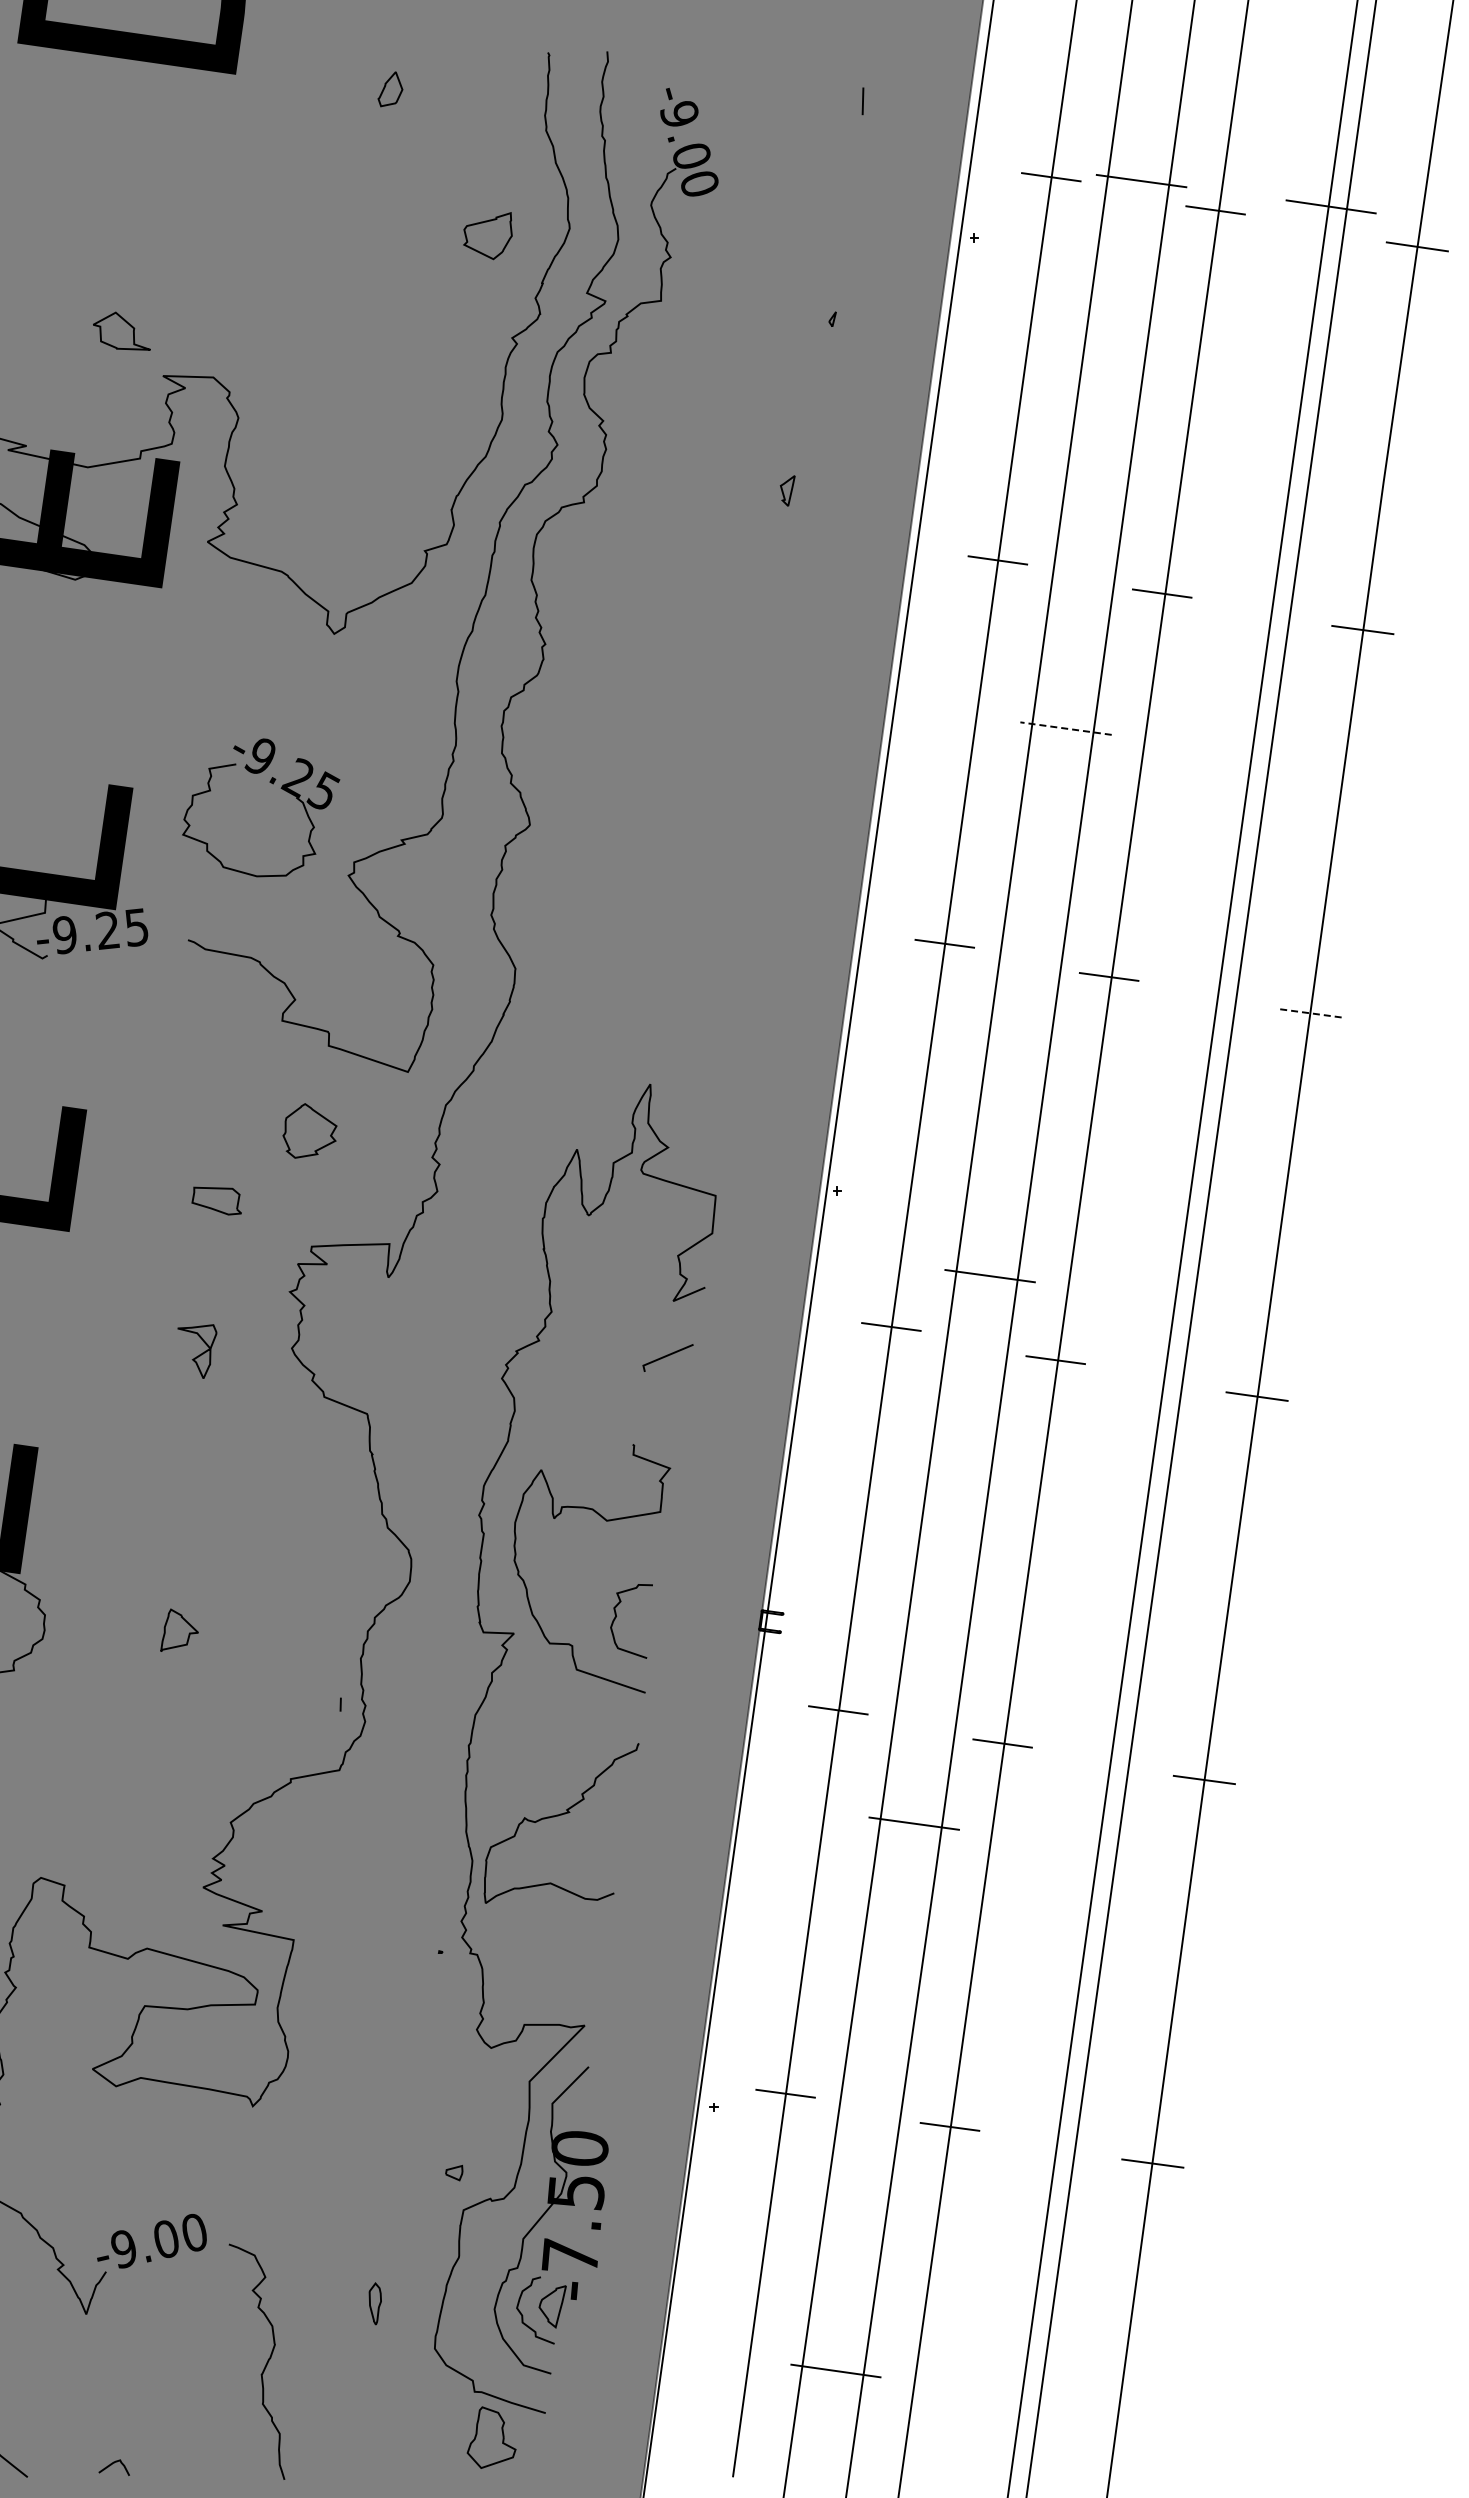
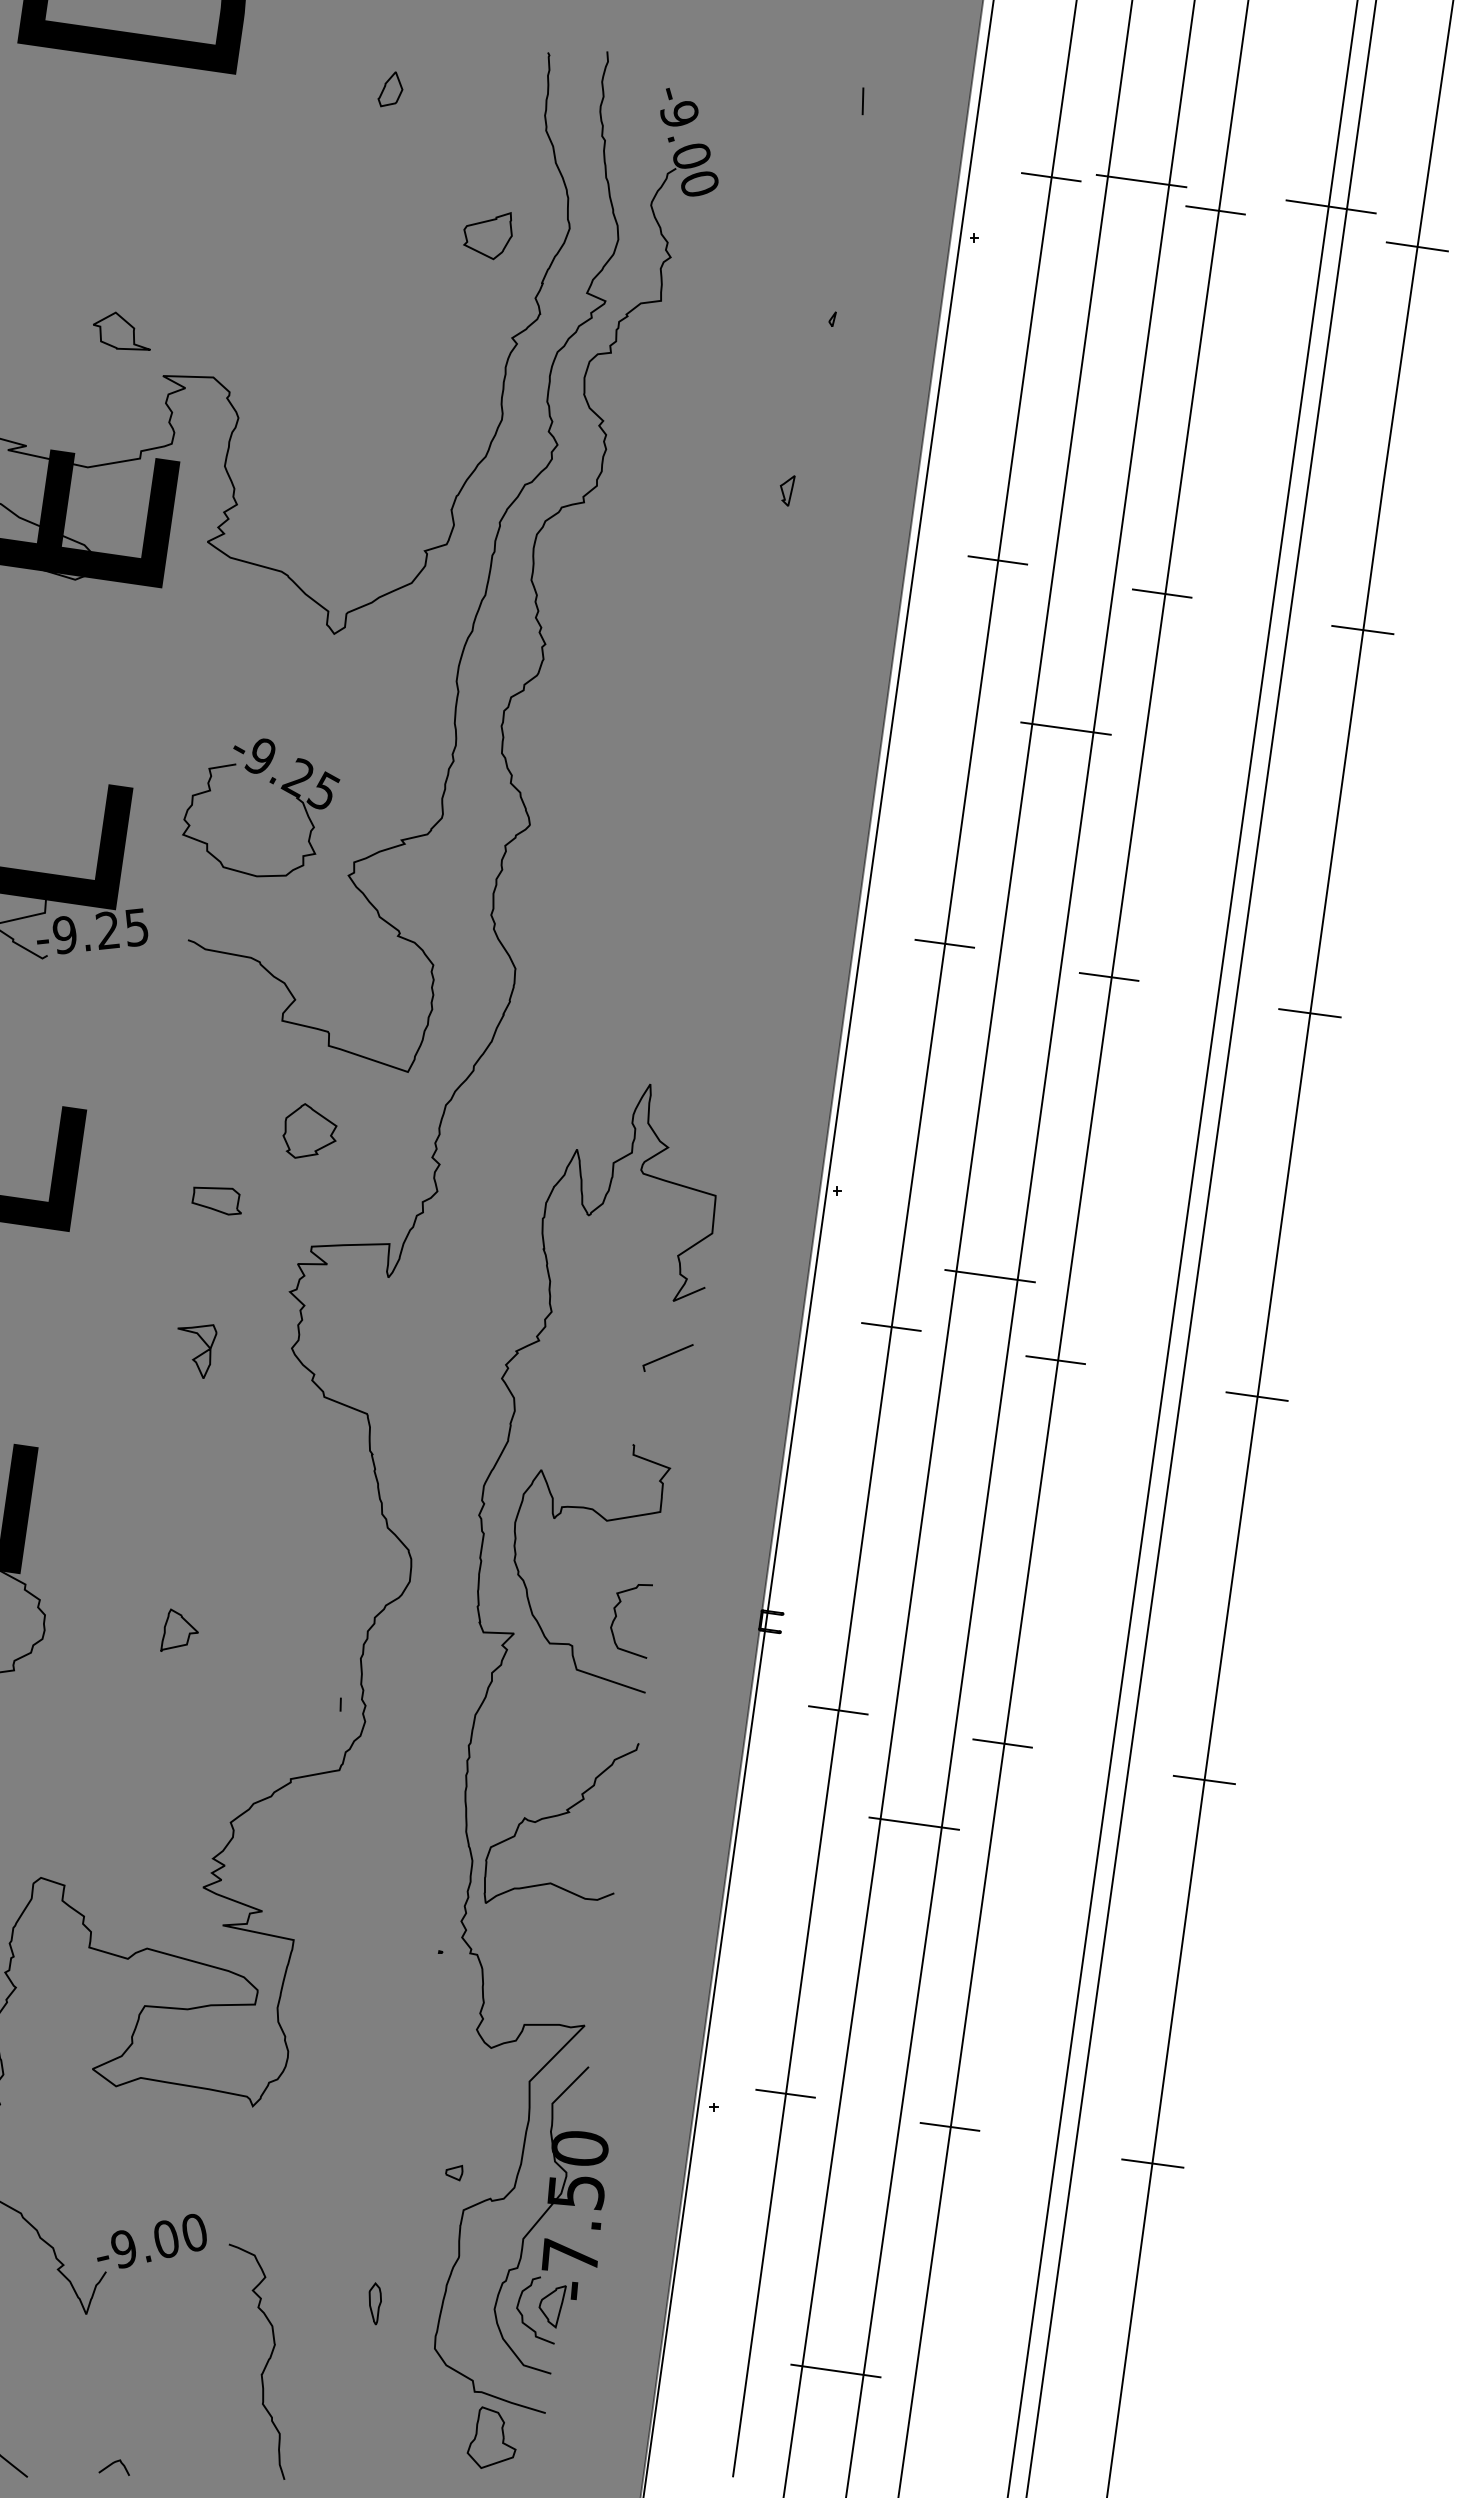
line at (1065, 728): dashed -> solid
line at (1309, 1013): dashed -> solid
